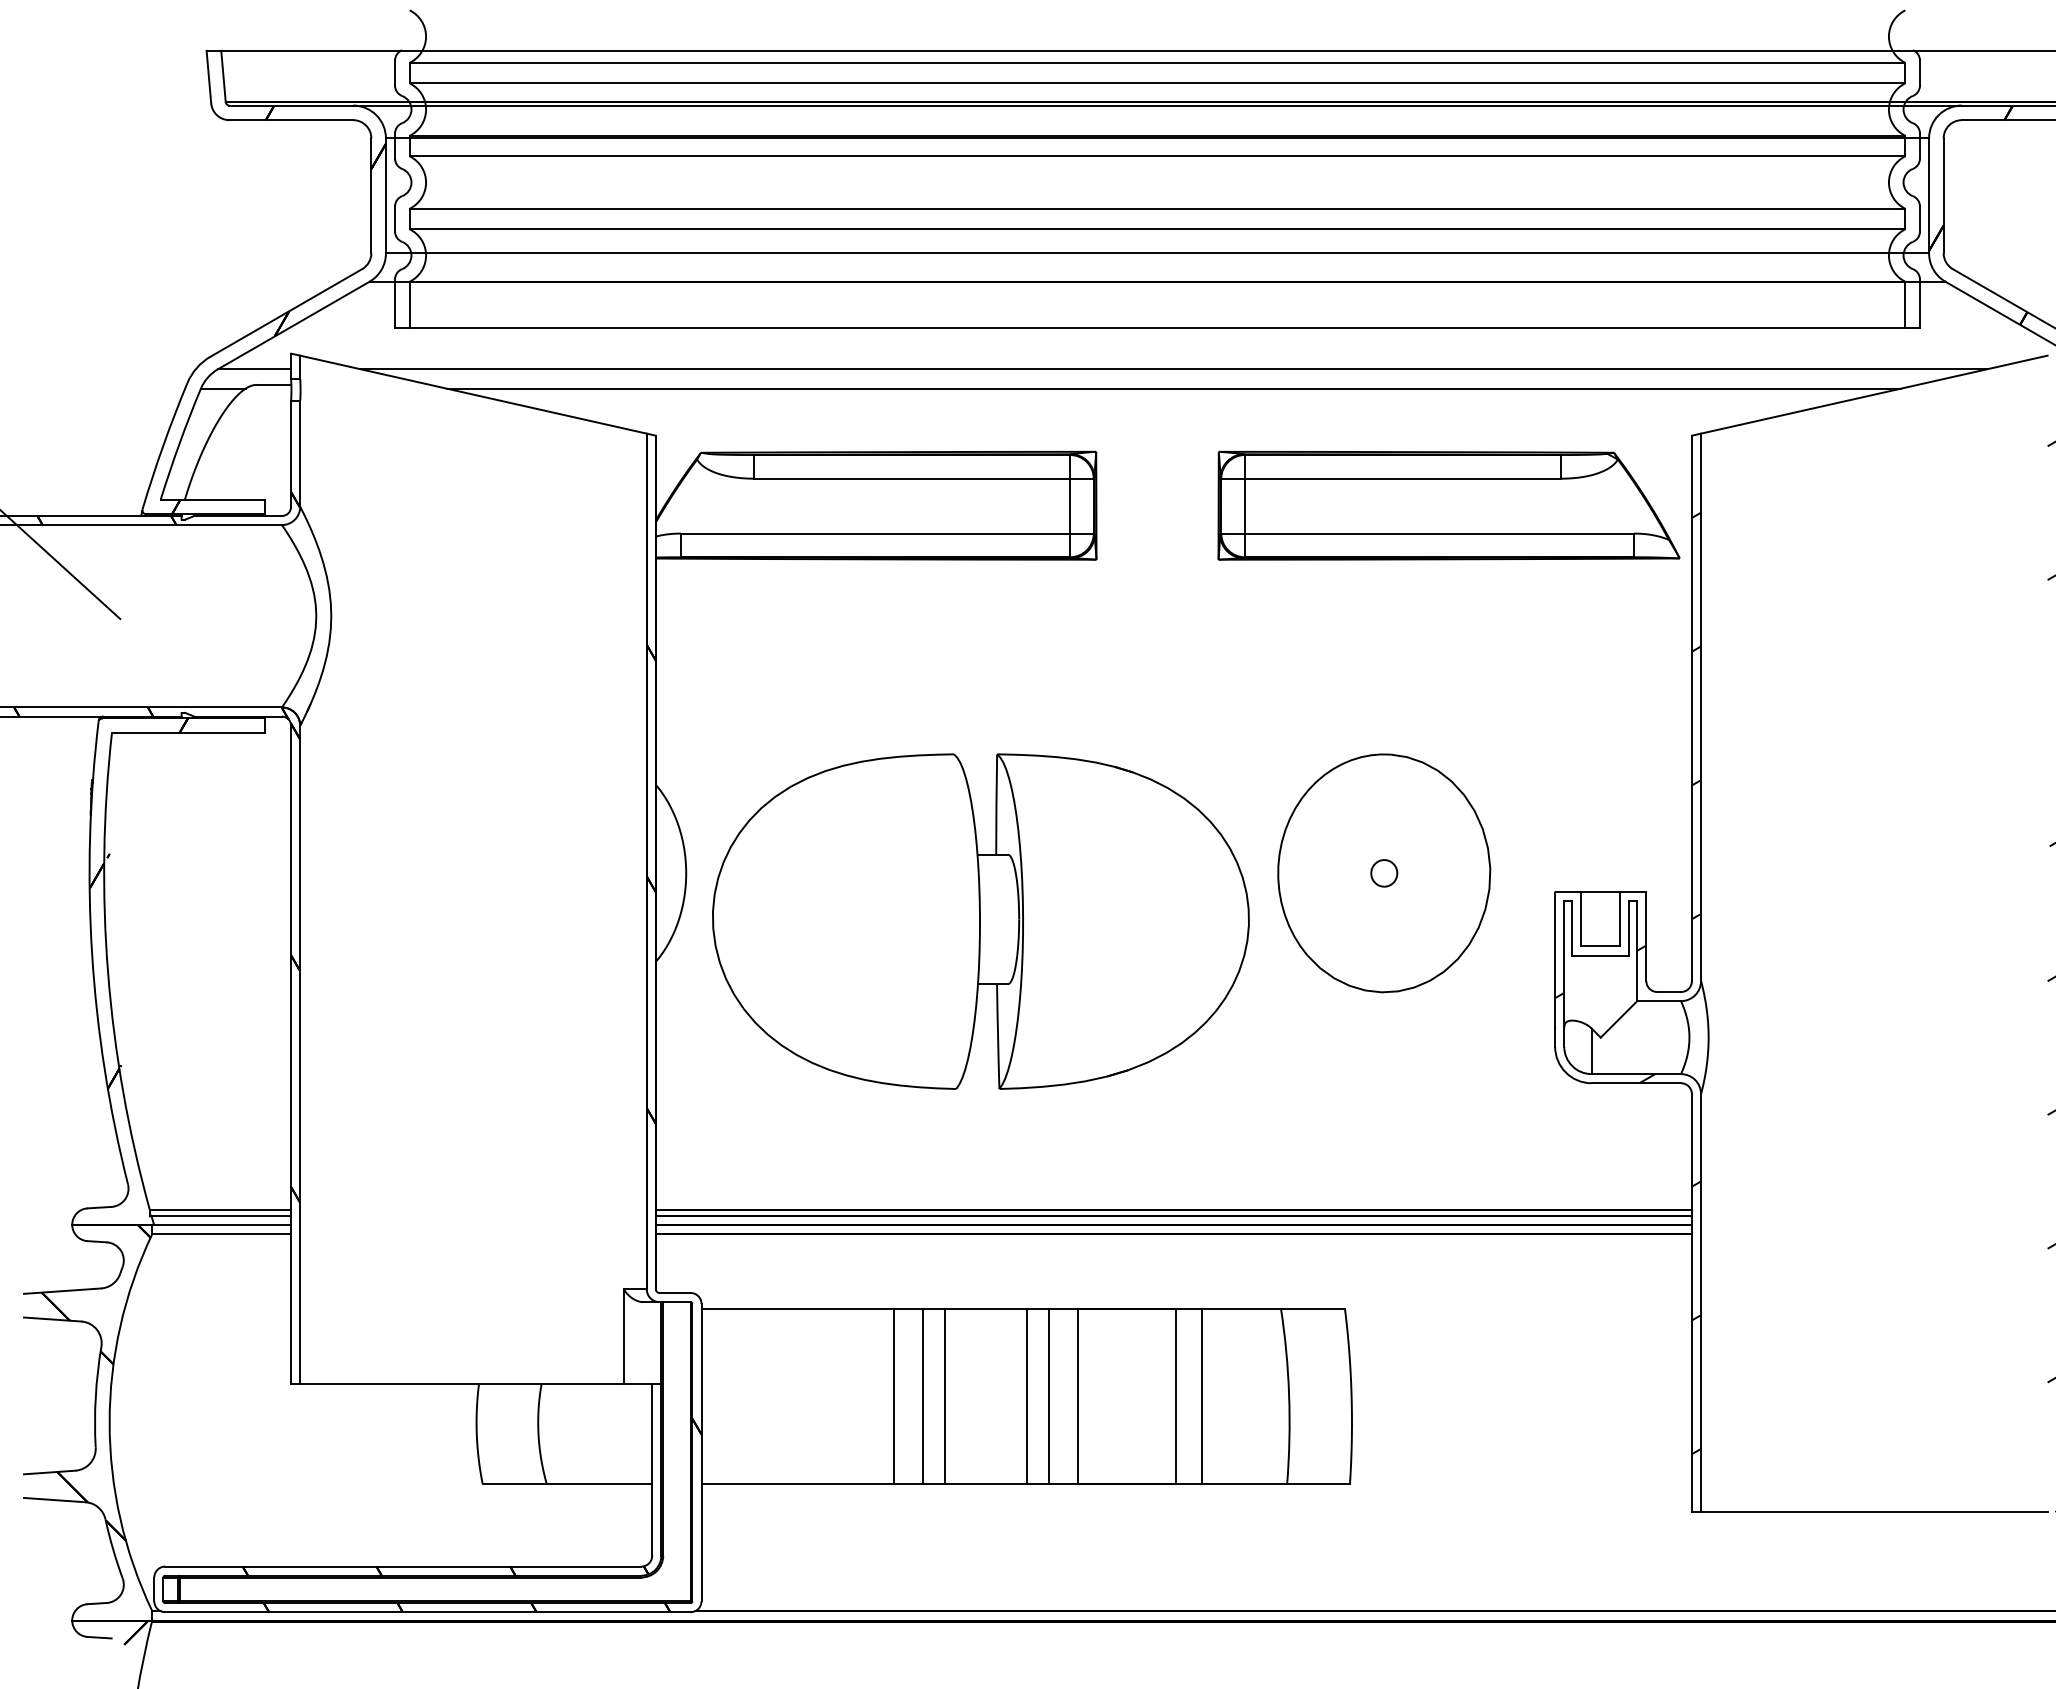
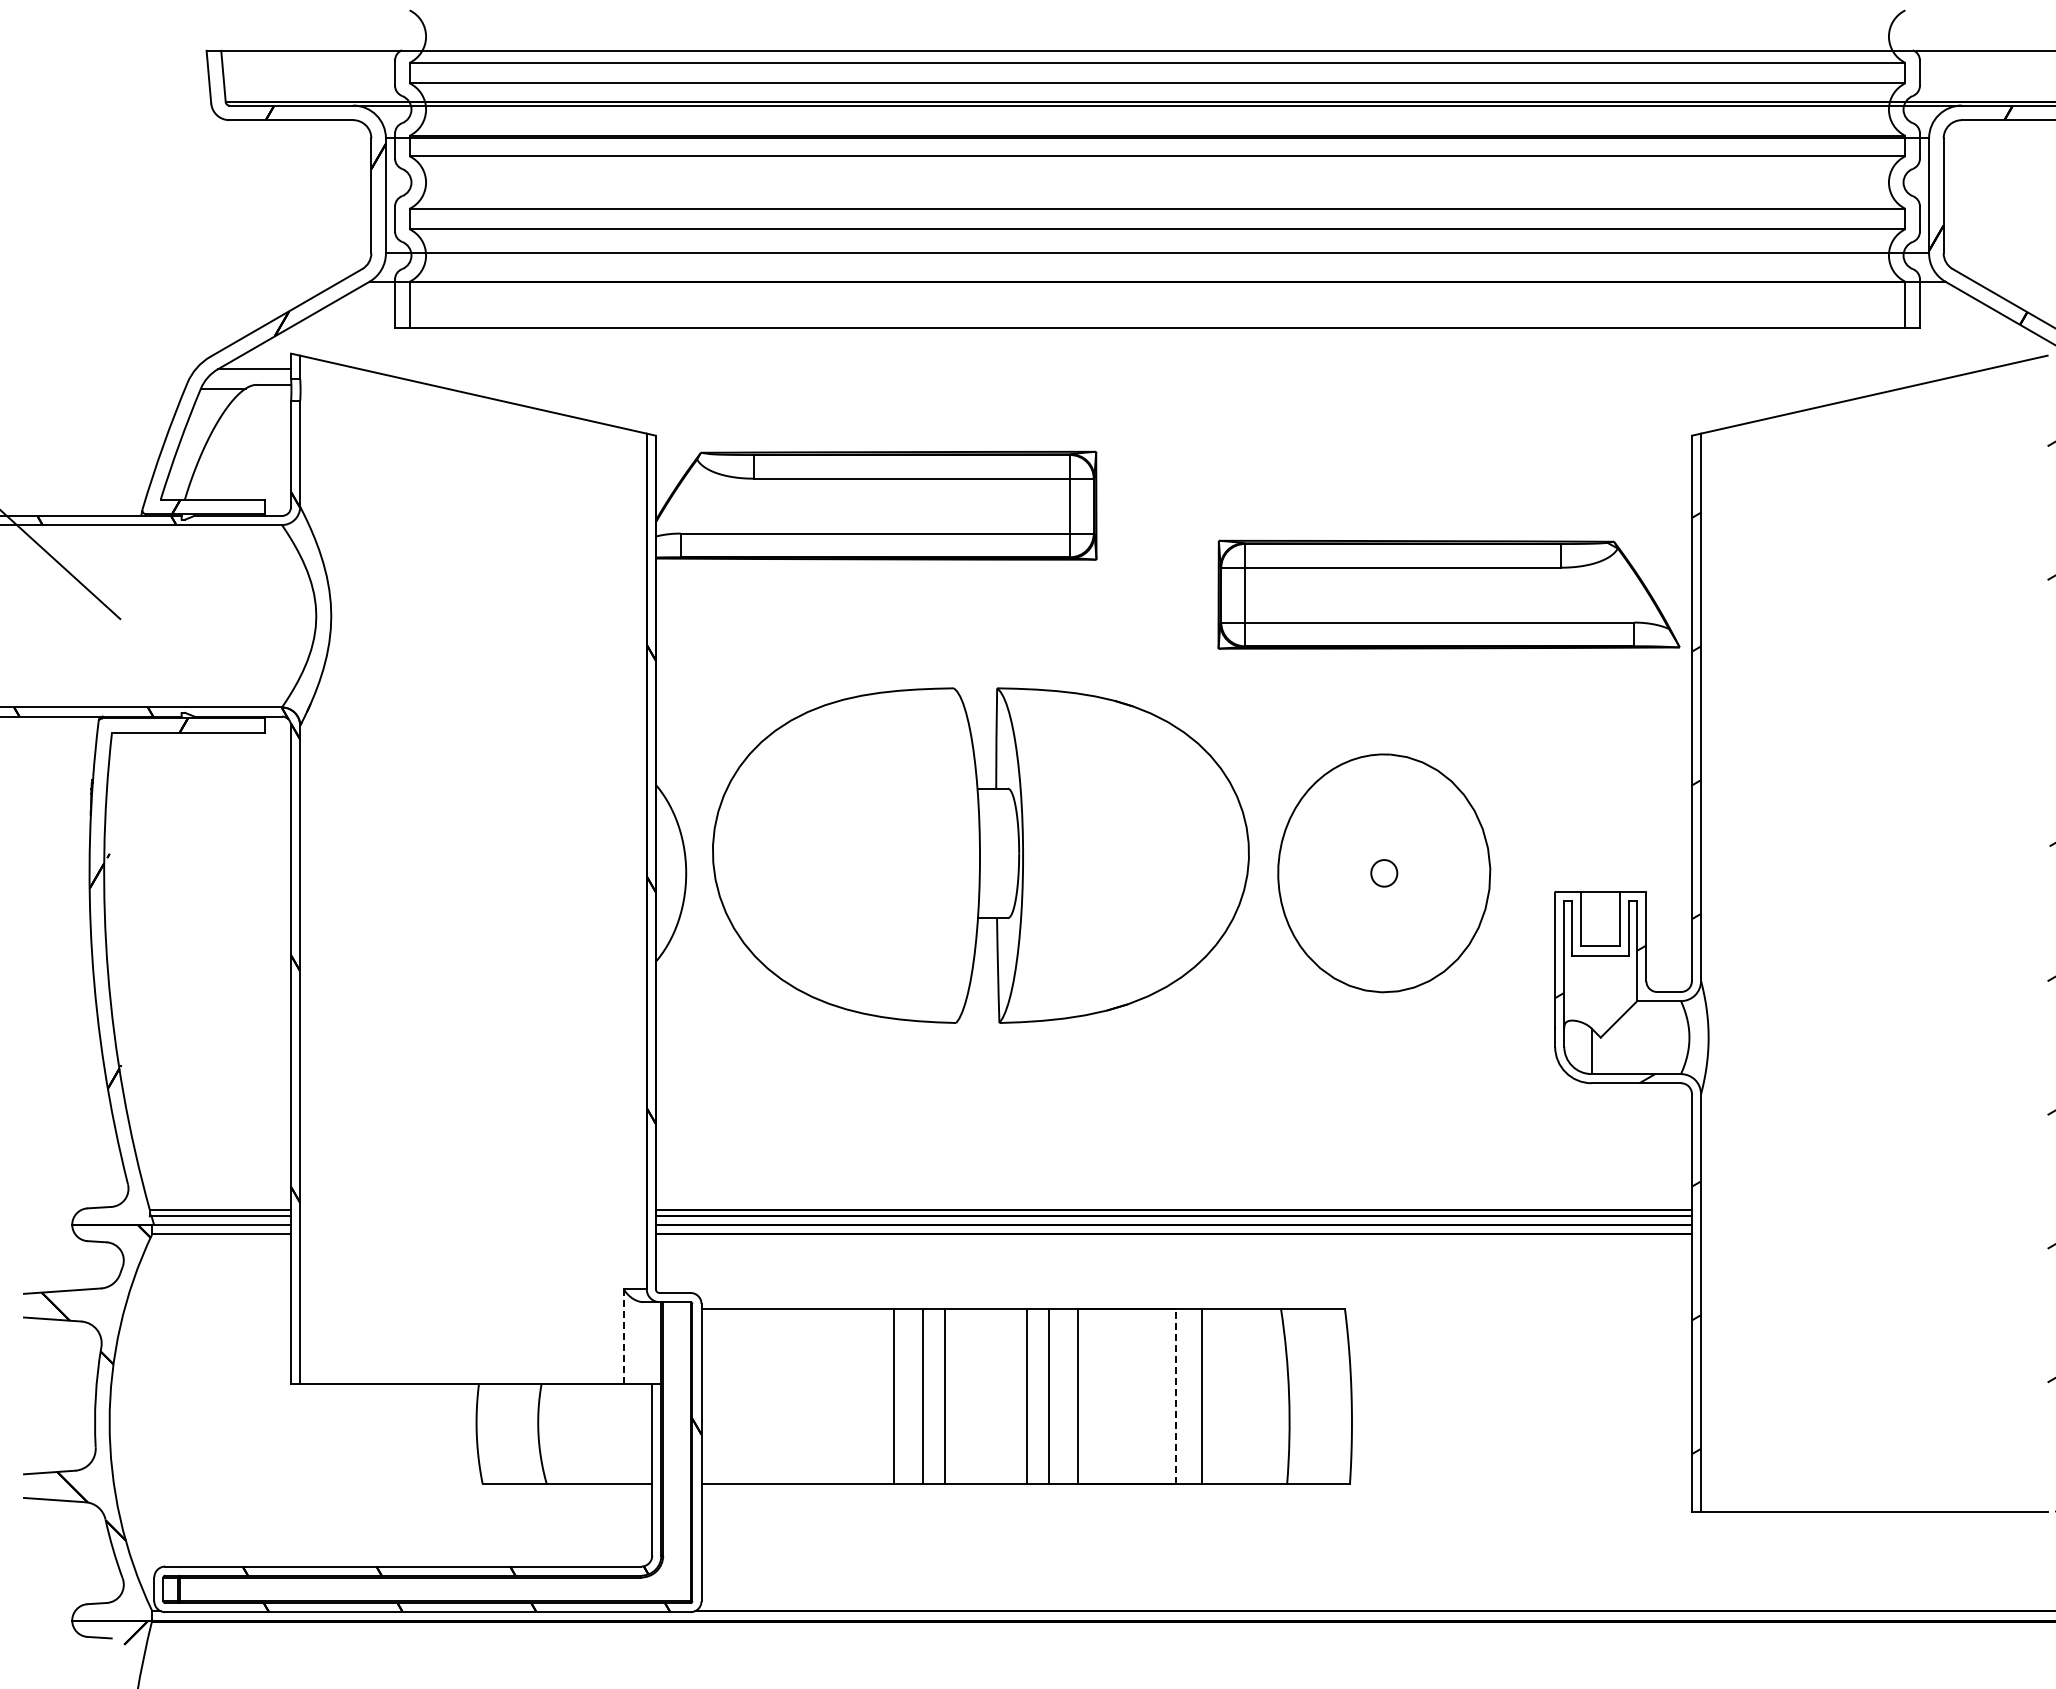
line at (1173, 369): present -> none
line at (1173, 388): present -> none
part at (1448, 505) position: (1448, 505) -> (1448, 594)
part at (980, 921) position: (980, 921) -> (980, 855)
line at (623, 1337): solid -> dashed
line at (1176, 1396): solid -> dashed
